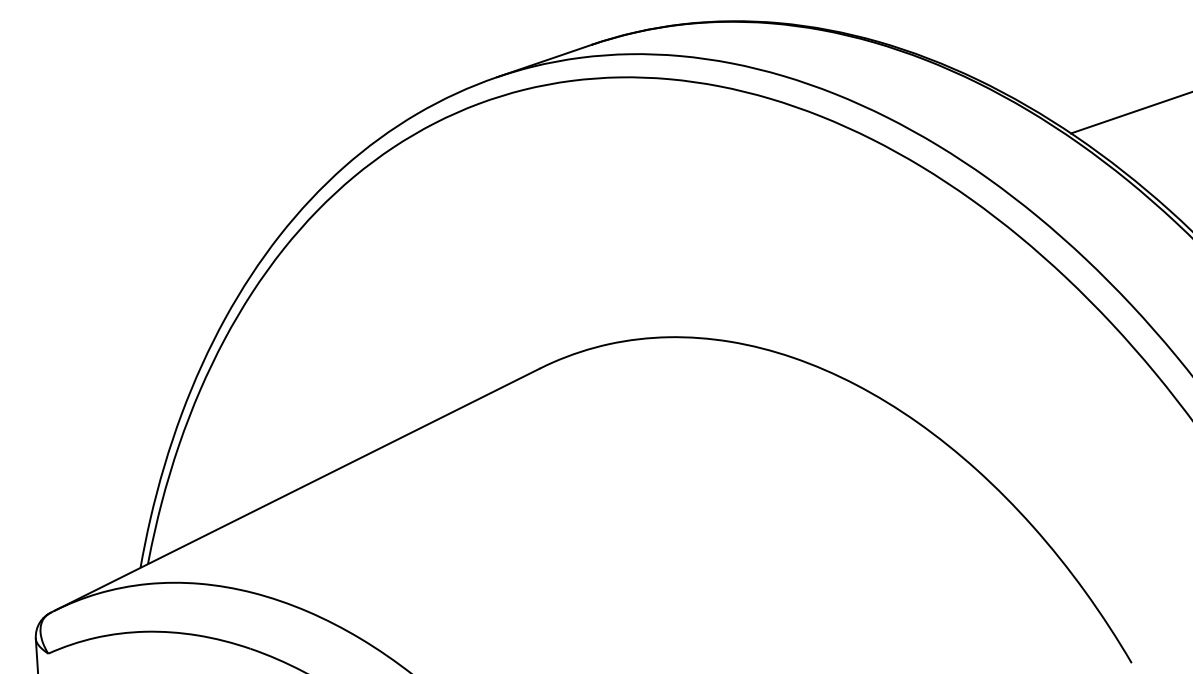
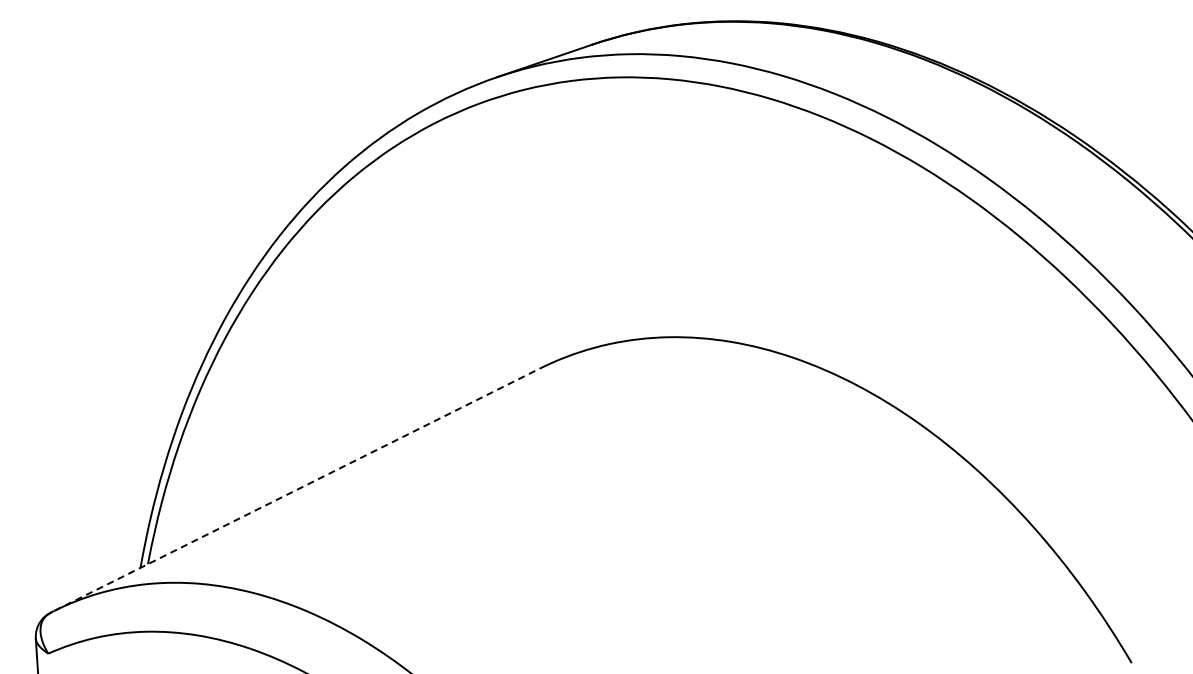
line at (1129, 113): present -> none
line at (297, 489): solid -> dashed
